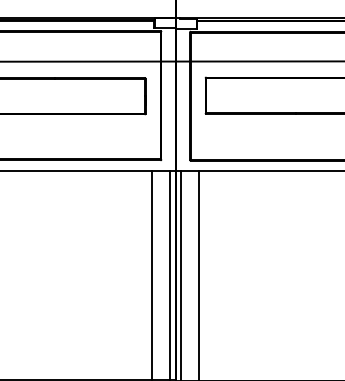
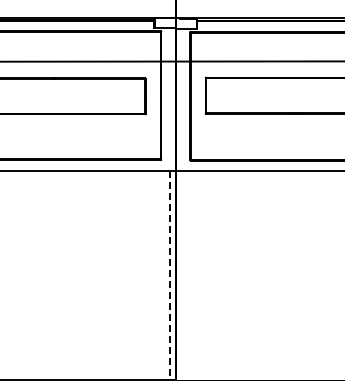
line at (152, 273): present -> none
line at (180, 273): present -> none
line at (198, 273): present -> none
line at (170, 275): solid -> dashed
